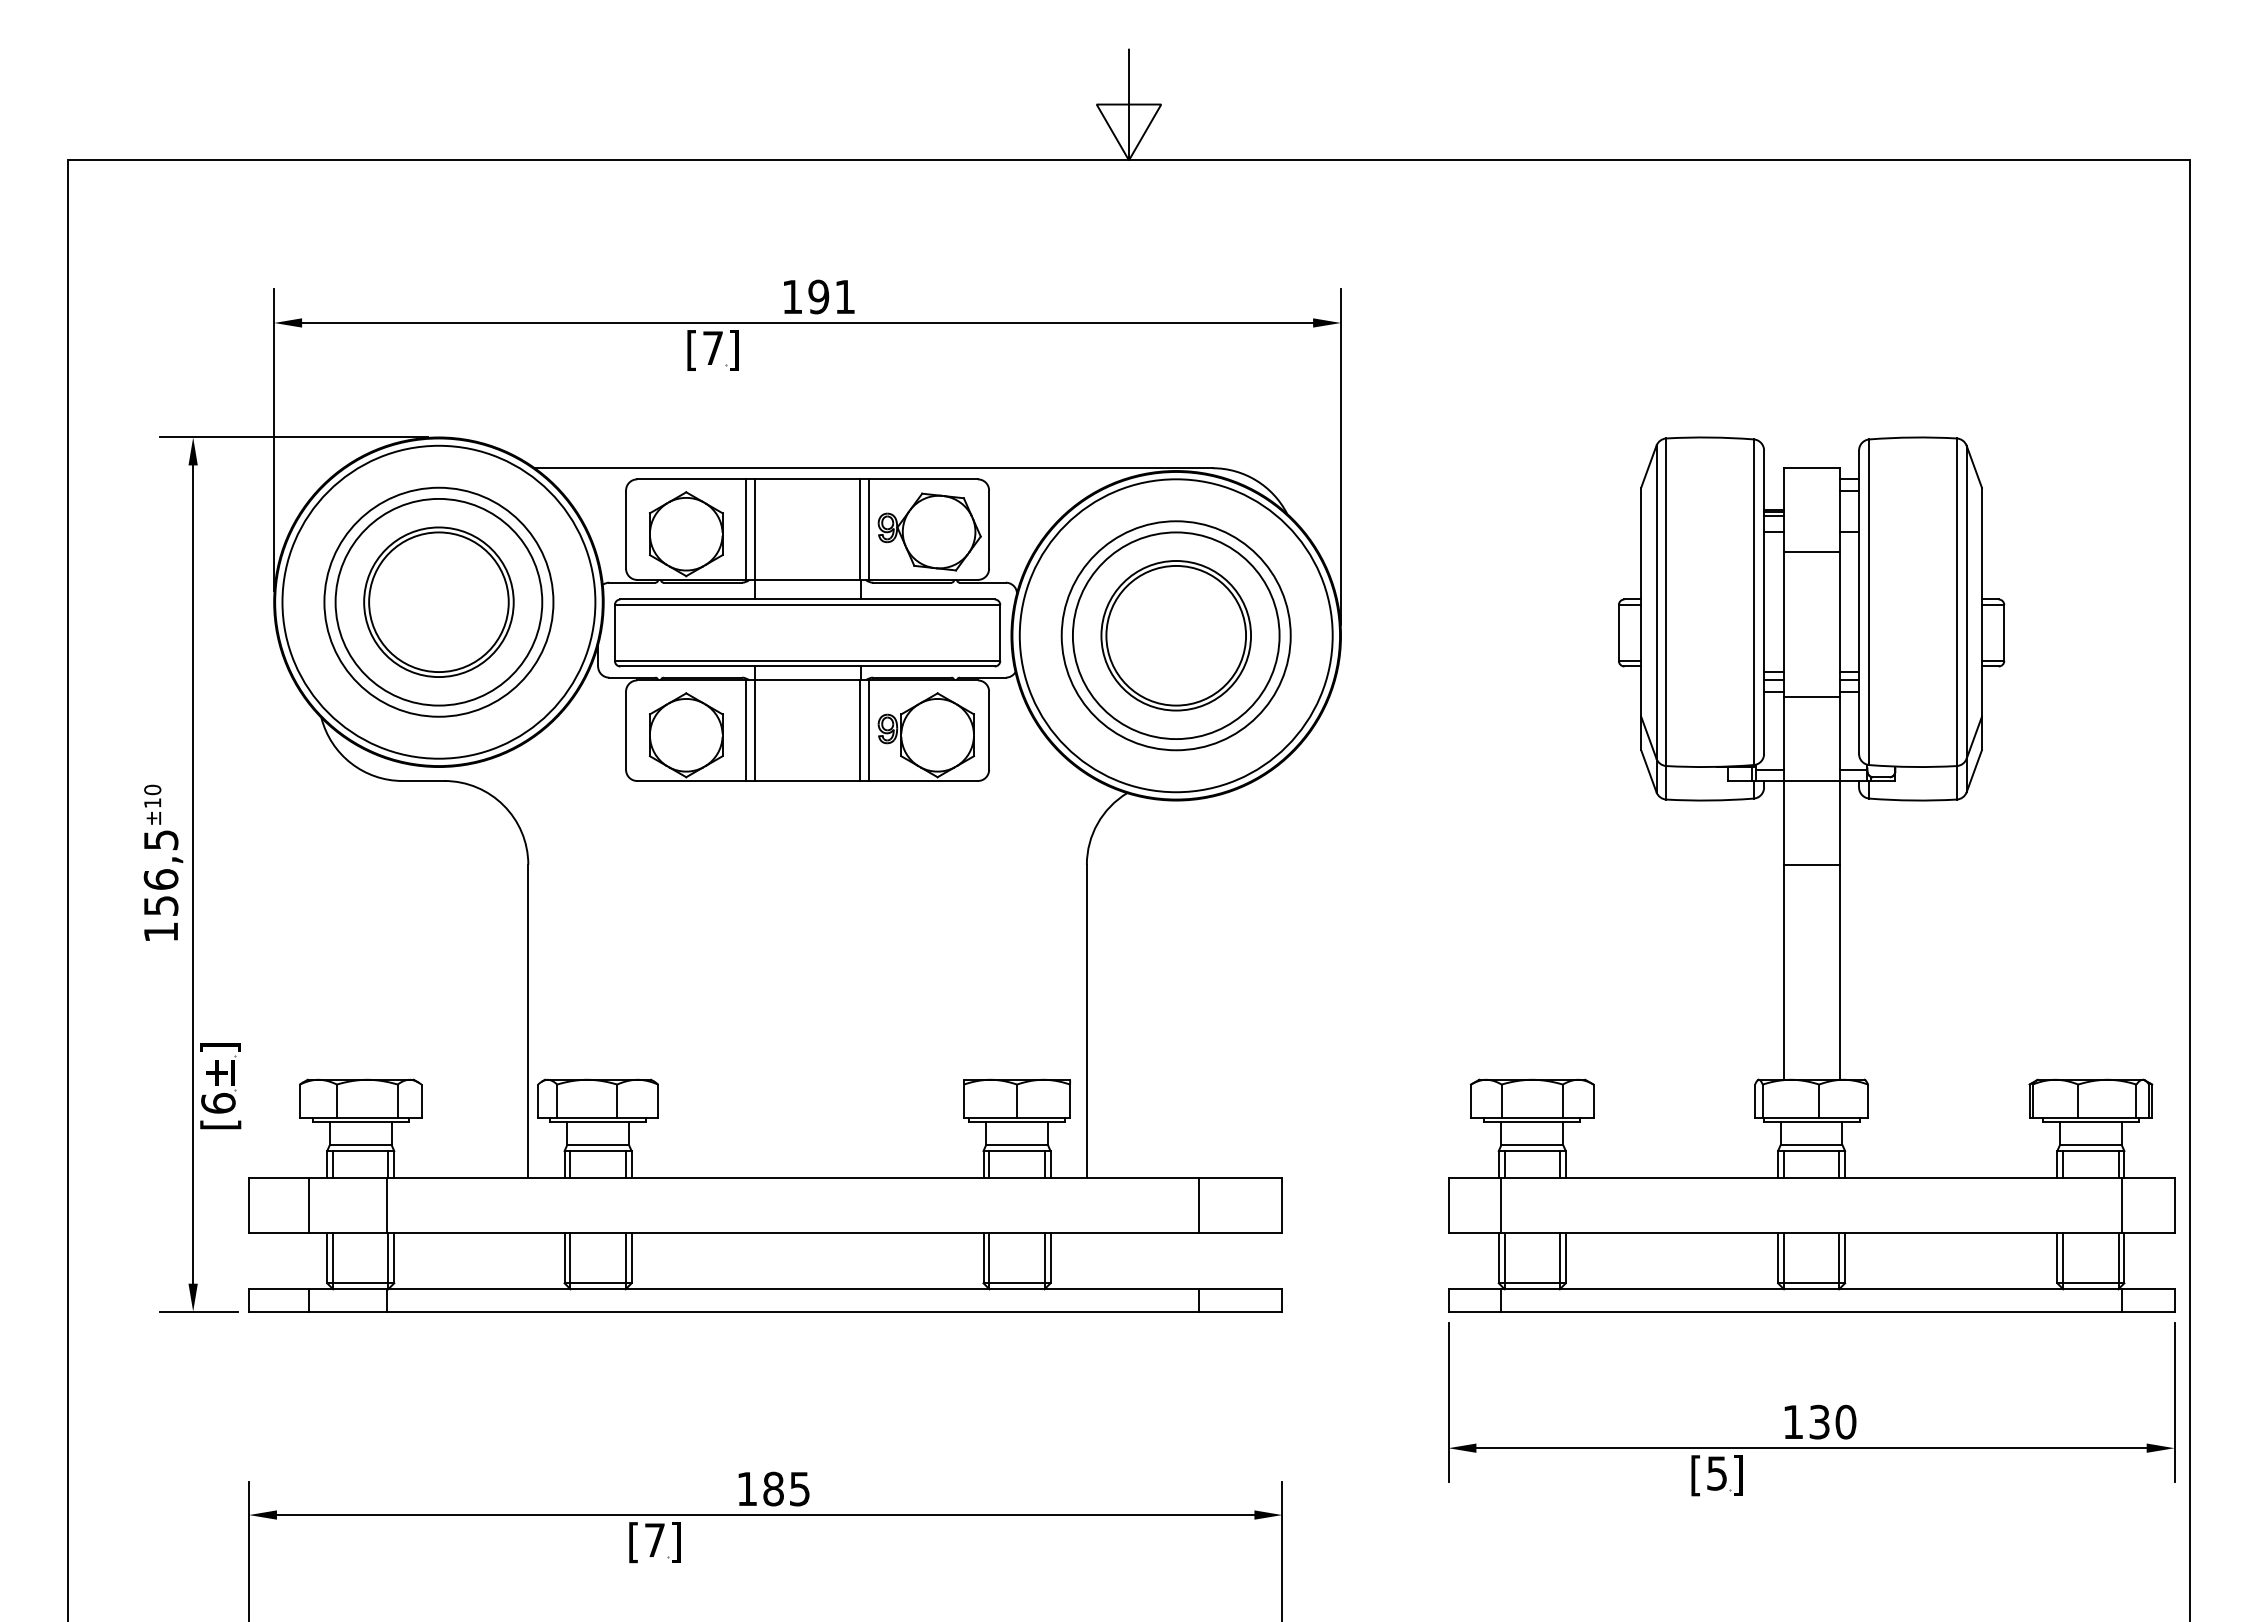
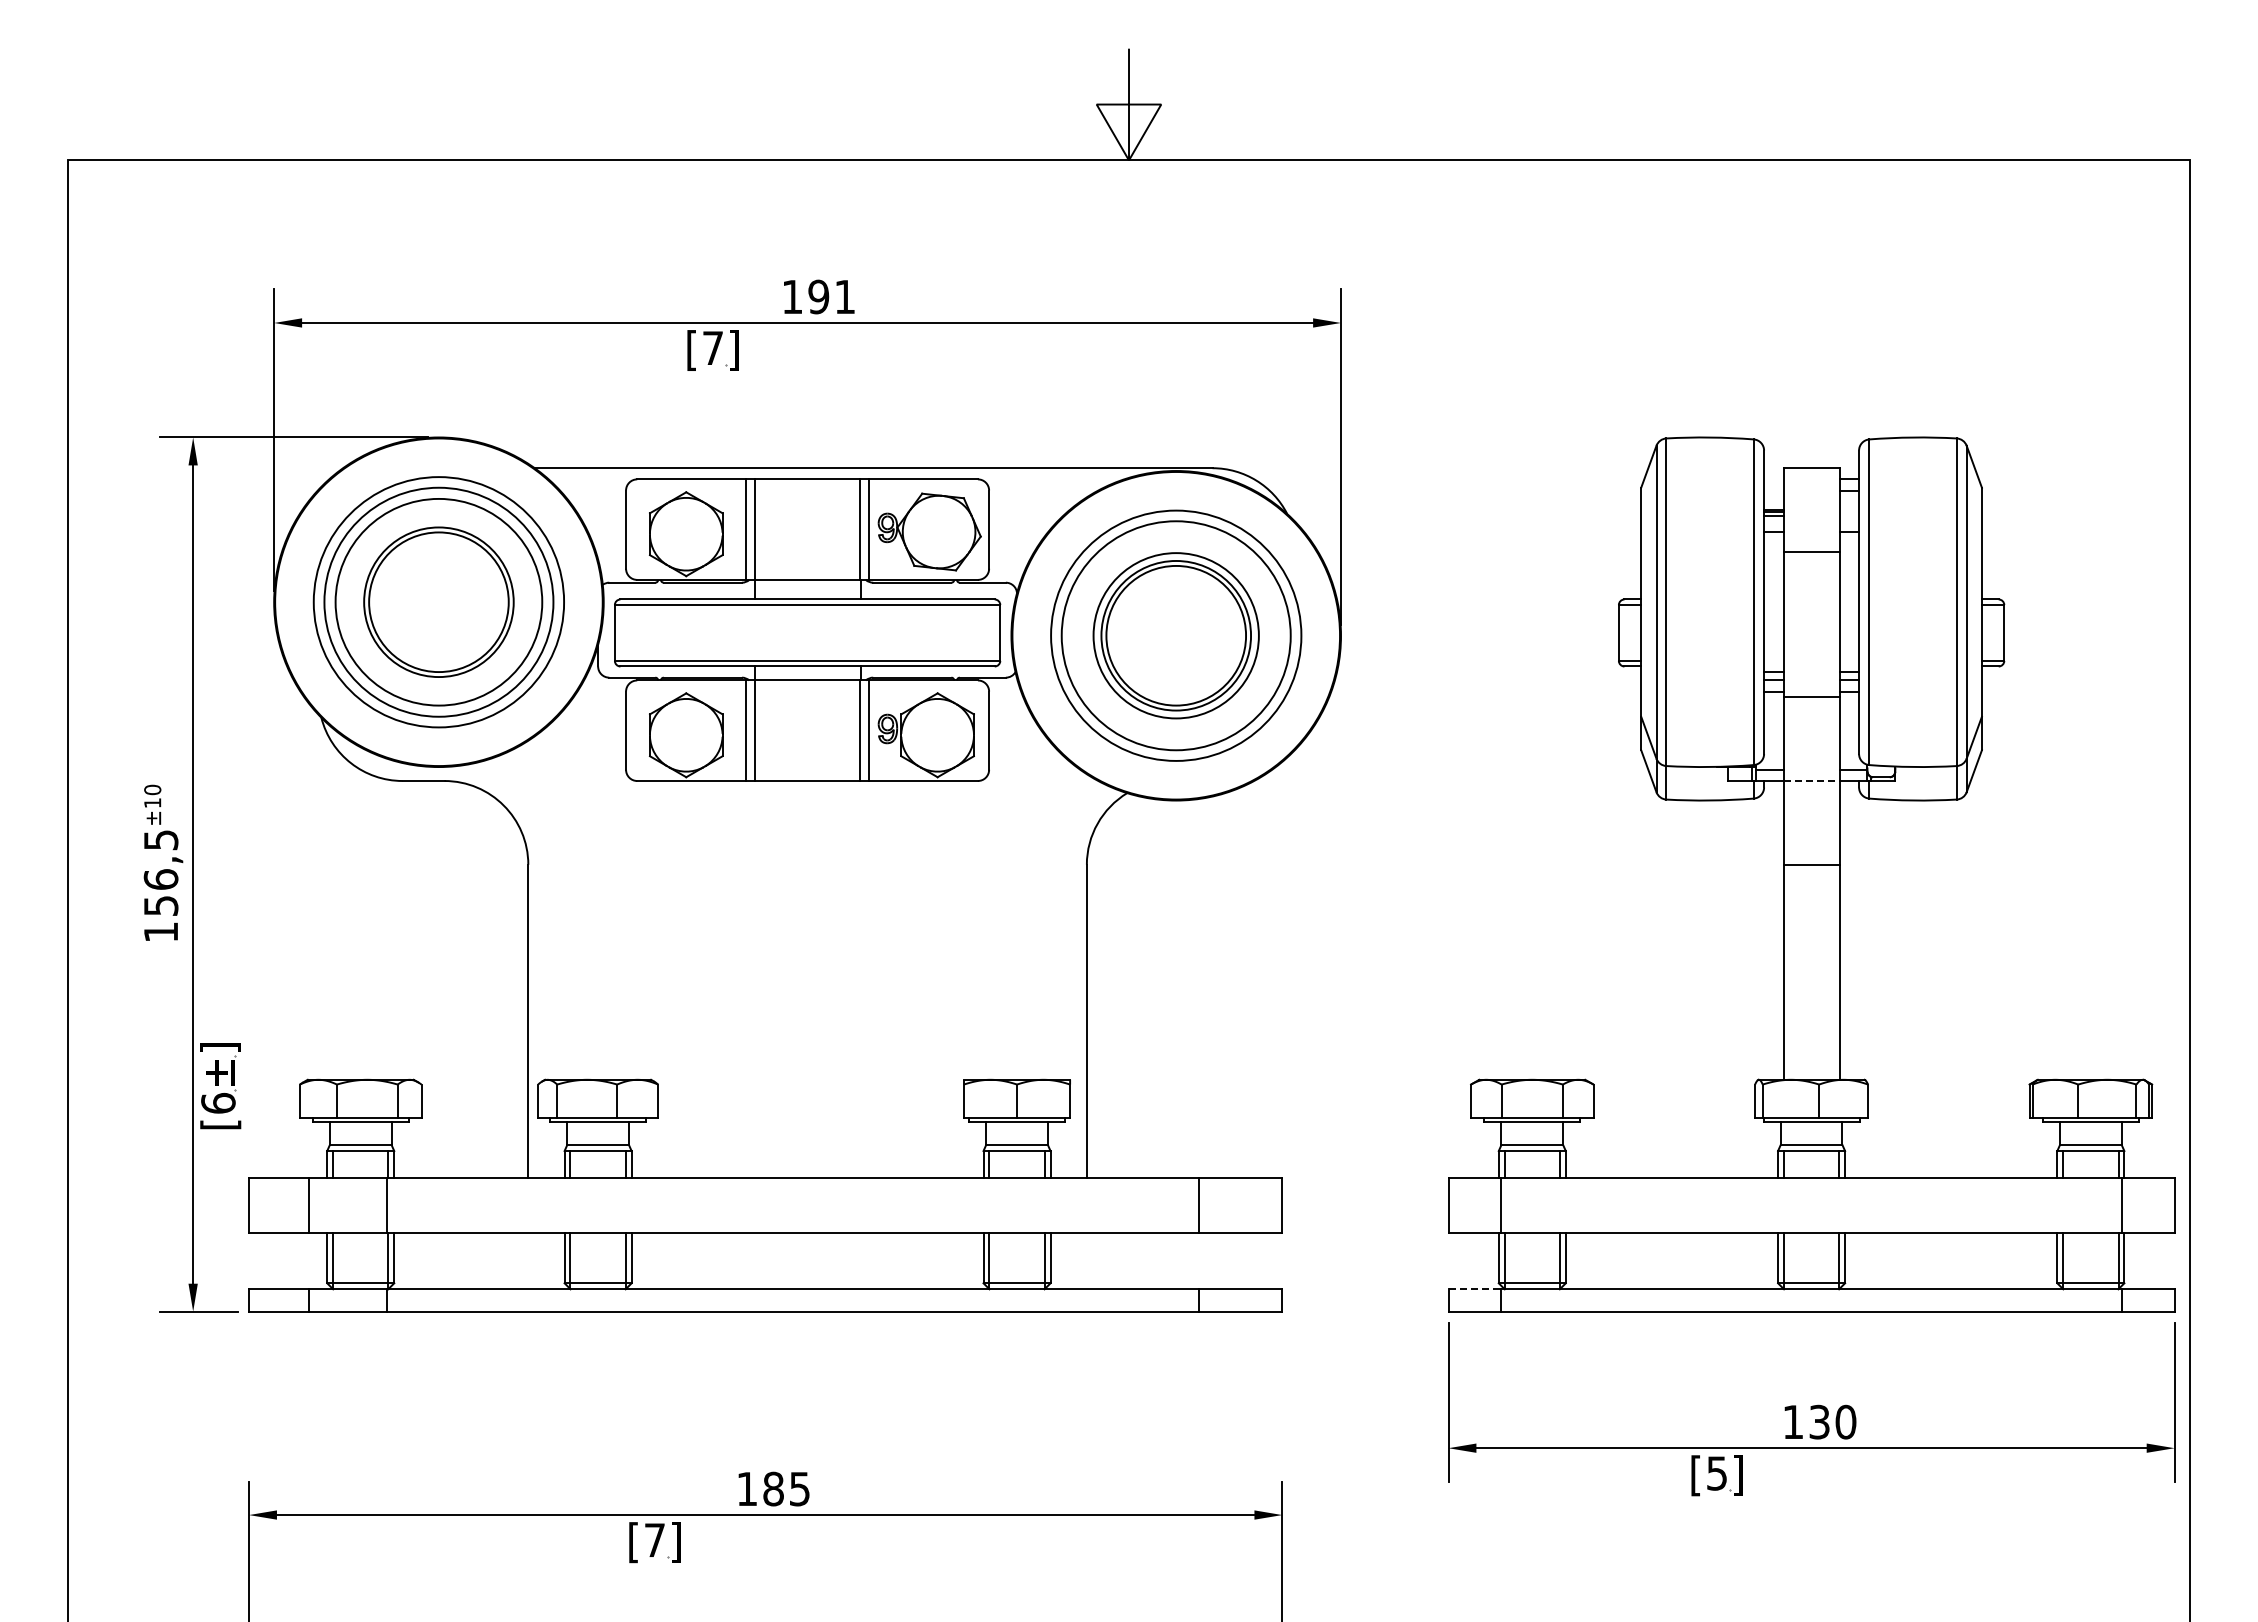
circle at (438, 601) diameter: 313 px -> 250 px
circle at (1175, 635) diameter: 207 px -> 165 px
circle at (1175, 635) diameter: 313 px -> 250 px
line at (1811, 781): solid -> dashed
line at (1475, 1289): solid -> dashed
